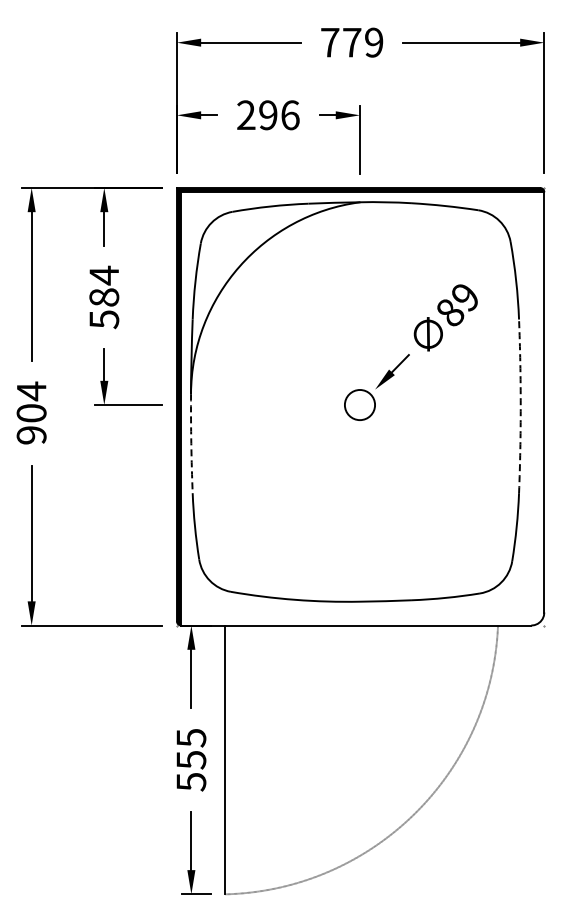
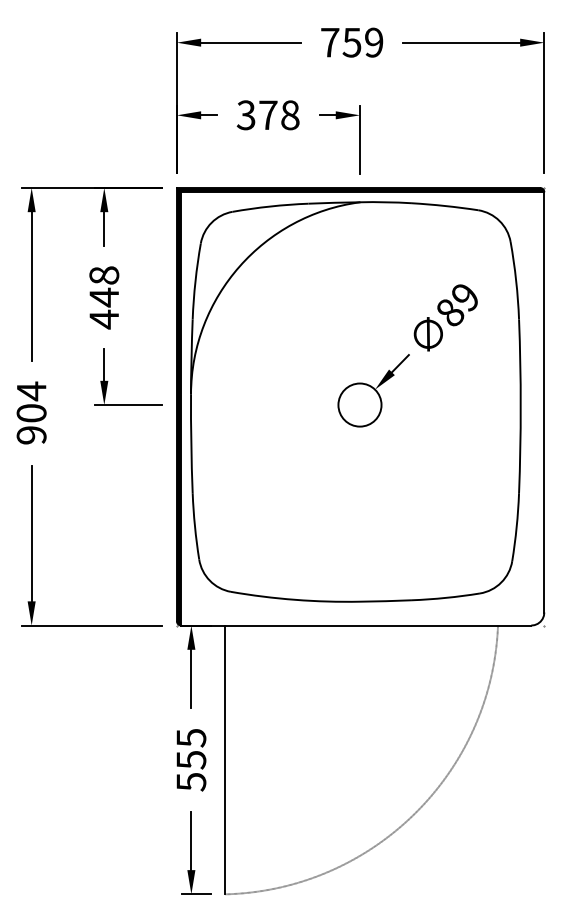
text at (351, 42): 779 -> 759
text at (267, 115): 296 -> 378
text at (104, 297): 584 -> 448
circle at (359, 405) diameter: 30 px -> 43 px
arc at (520, 406): dashed -> solid
arc at (191, 443): dashed -> solid
